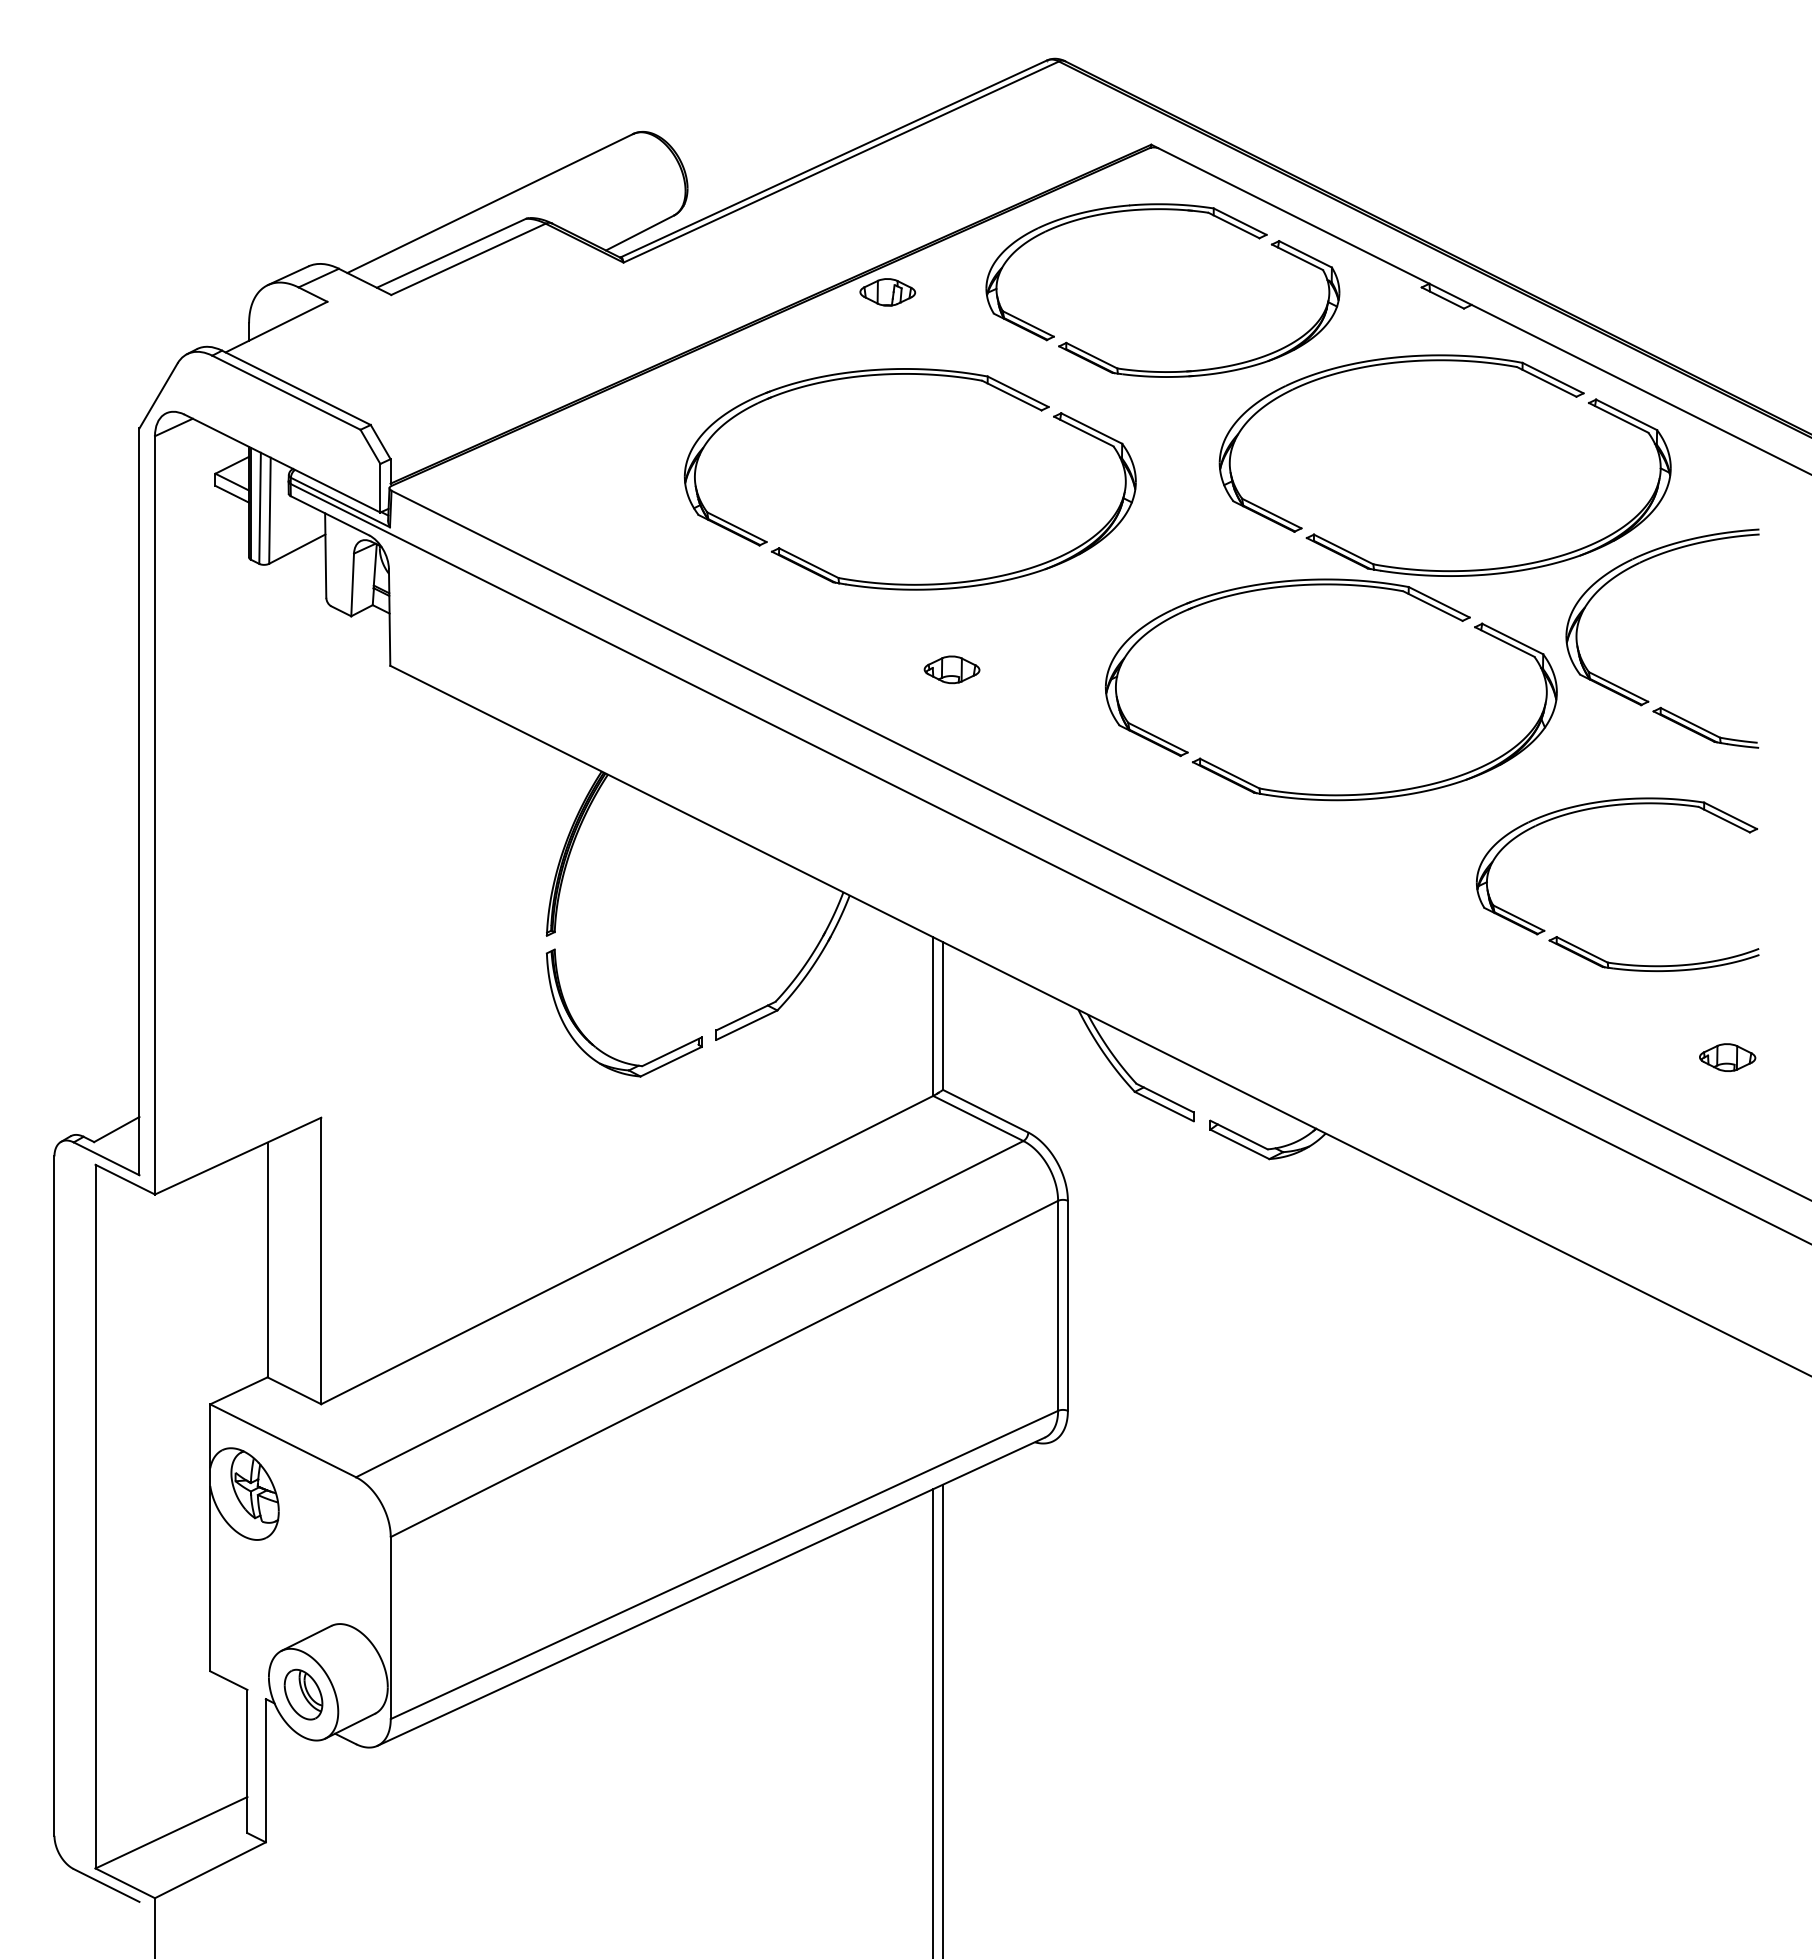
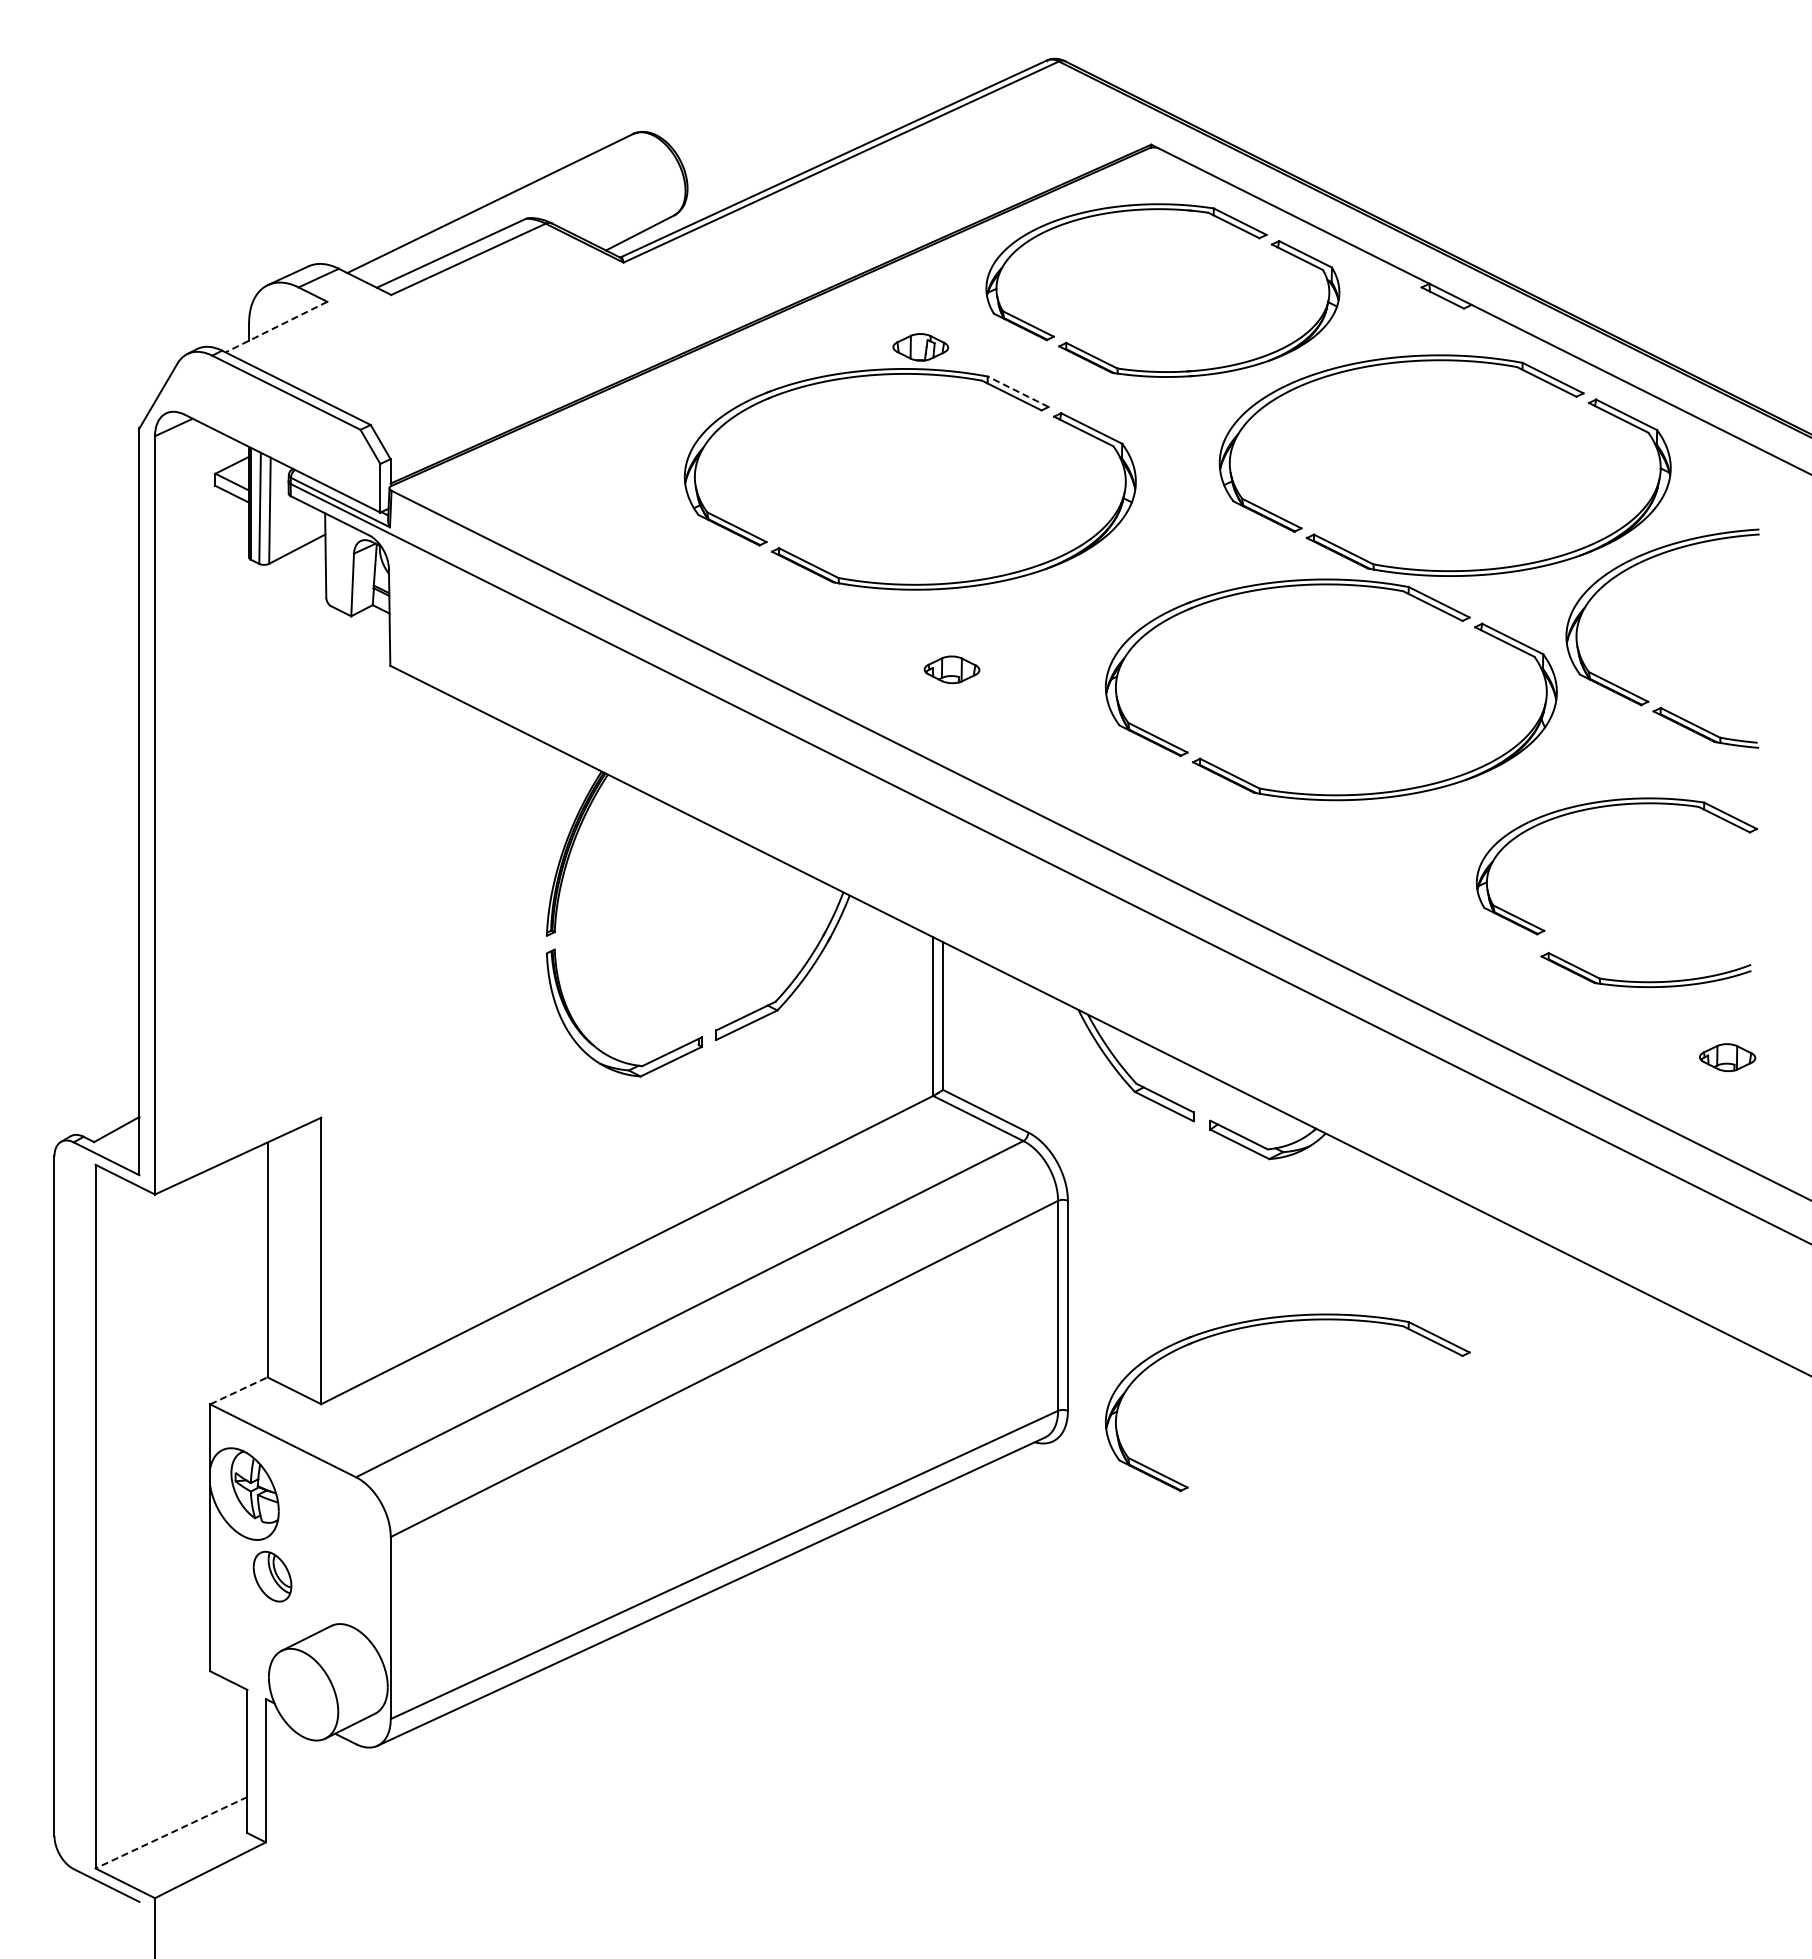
part at (887, 292) position: (887, 292) -> (920, 347)
line at (276, 327): solid -> dashed
line at (1017, 391): solid -> dashed
part at (1653, 965) position: (1653, 965) -> (1645, 981)
part at (1277, 1323): none -> present
line at (238, 1390): solid -> dashed
part at (303, 1694) position: (303, 1694) -> (272, 1576)
line at (943, 1719): present -> none
line at (933, 1722): present -> none
line at (171, 1832): solid -> dashed
